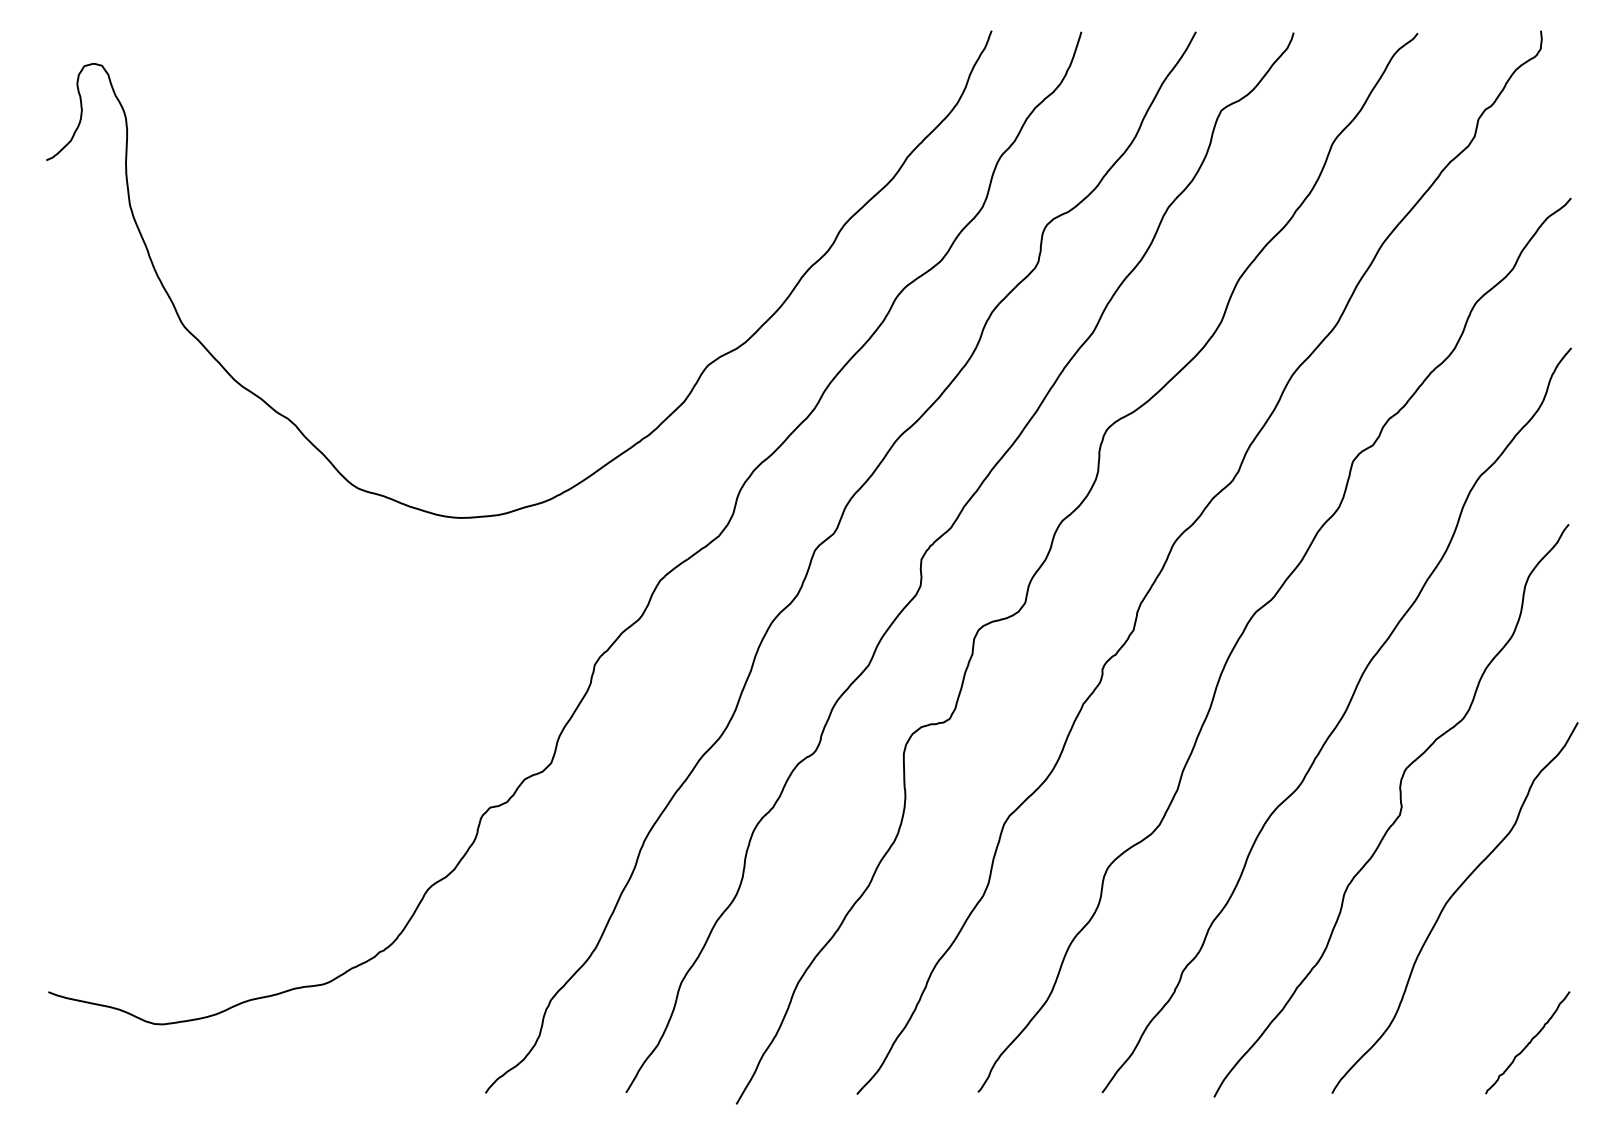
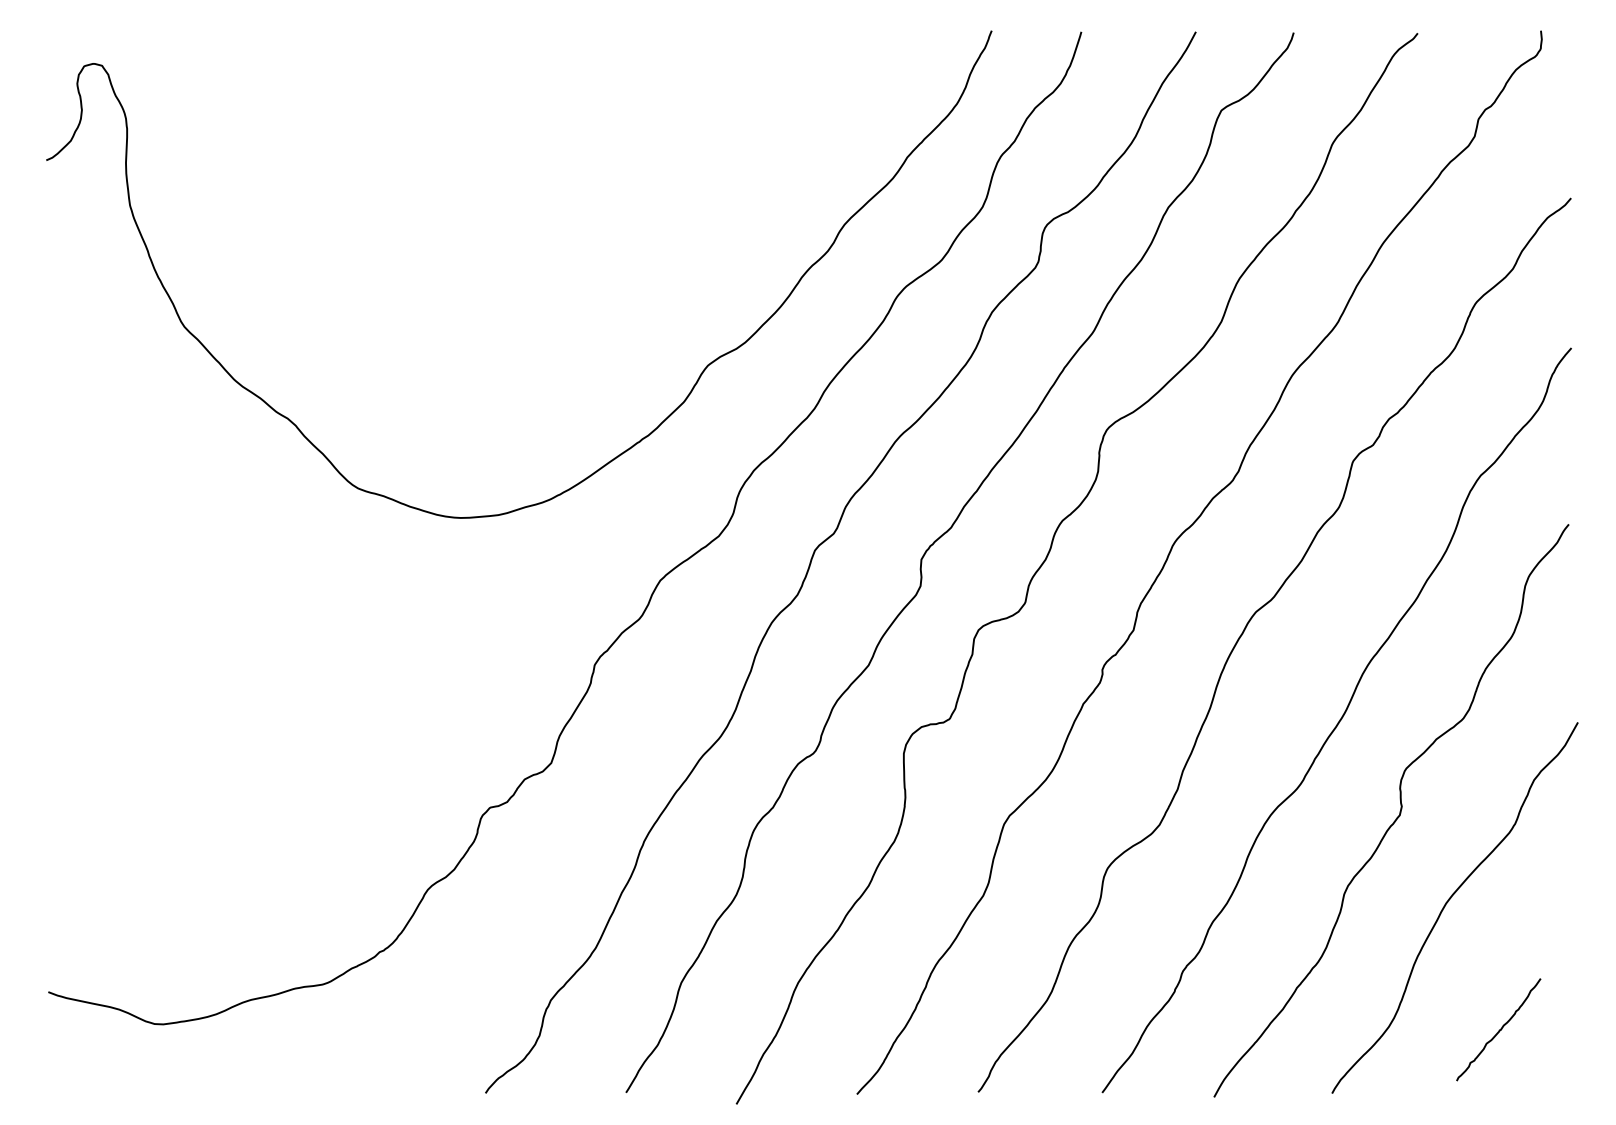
curve at (1528, 1042) position: (1528, 1042) -> (1499, 1029)
